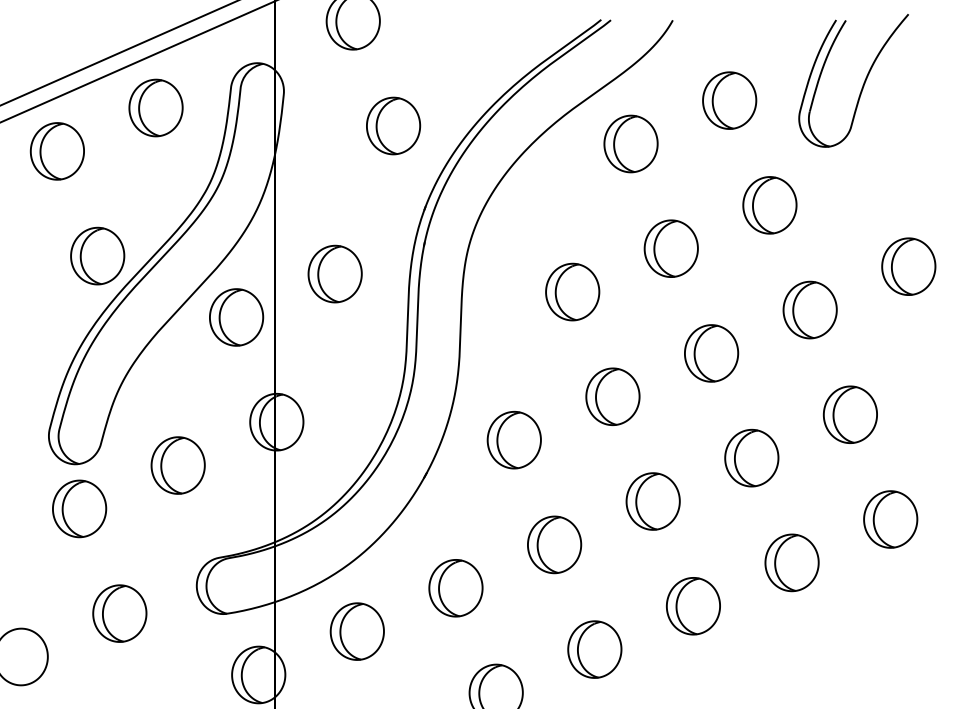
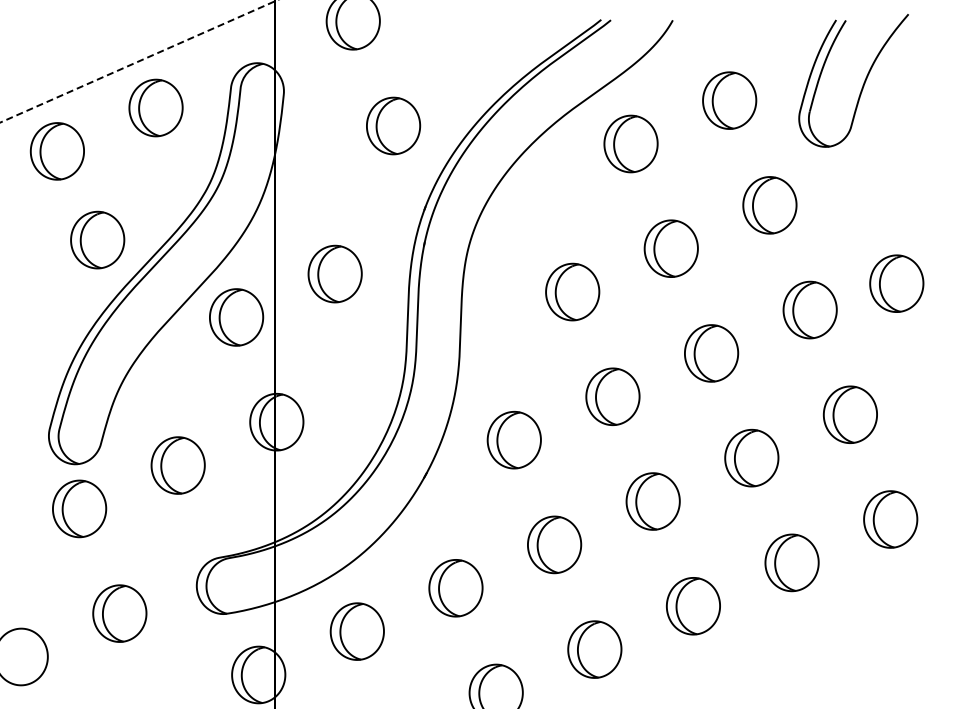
line at (118, 53): present -> none
line at (138, 61): solid -> dashed
part at (97, 255) position: (97, 255) -> (97, 239)
part at (908, 266) position: (908, 266) -> (896, 283)
